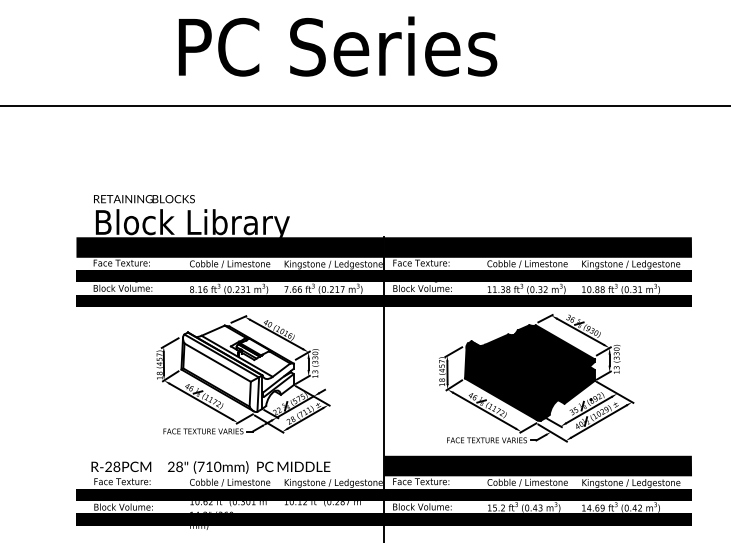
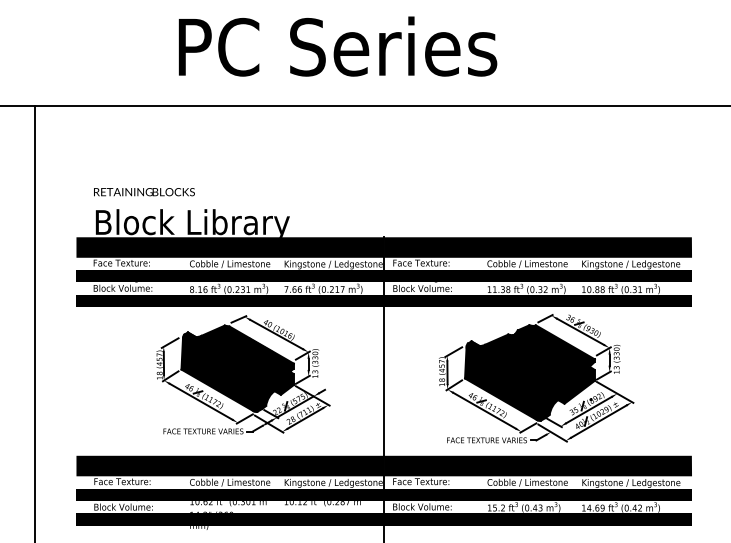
text at (144, 199) position: (144, 199) -> (144, 192)
line at (35, 322): none -> present
fill at (237, 368): none -> present
fill at (230, 465): none -> present
